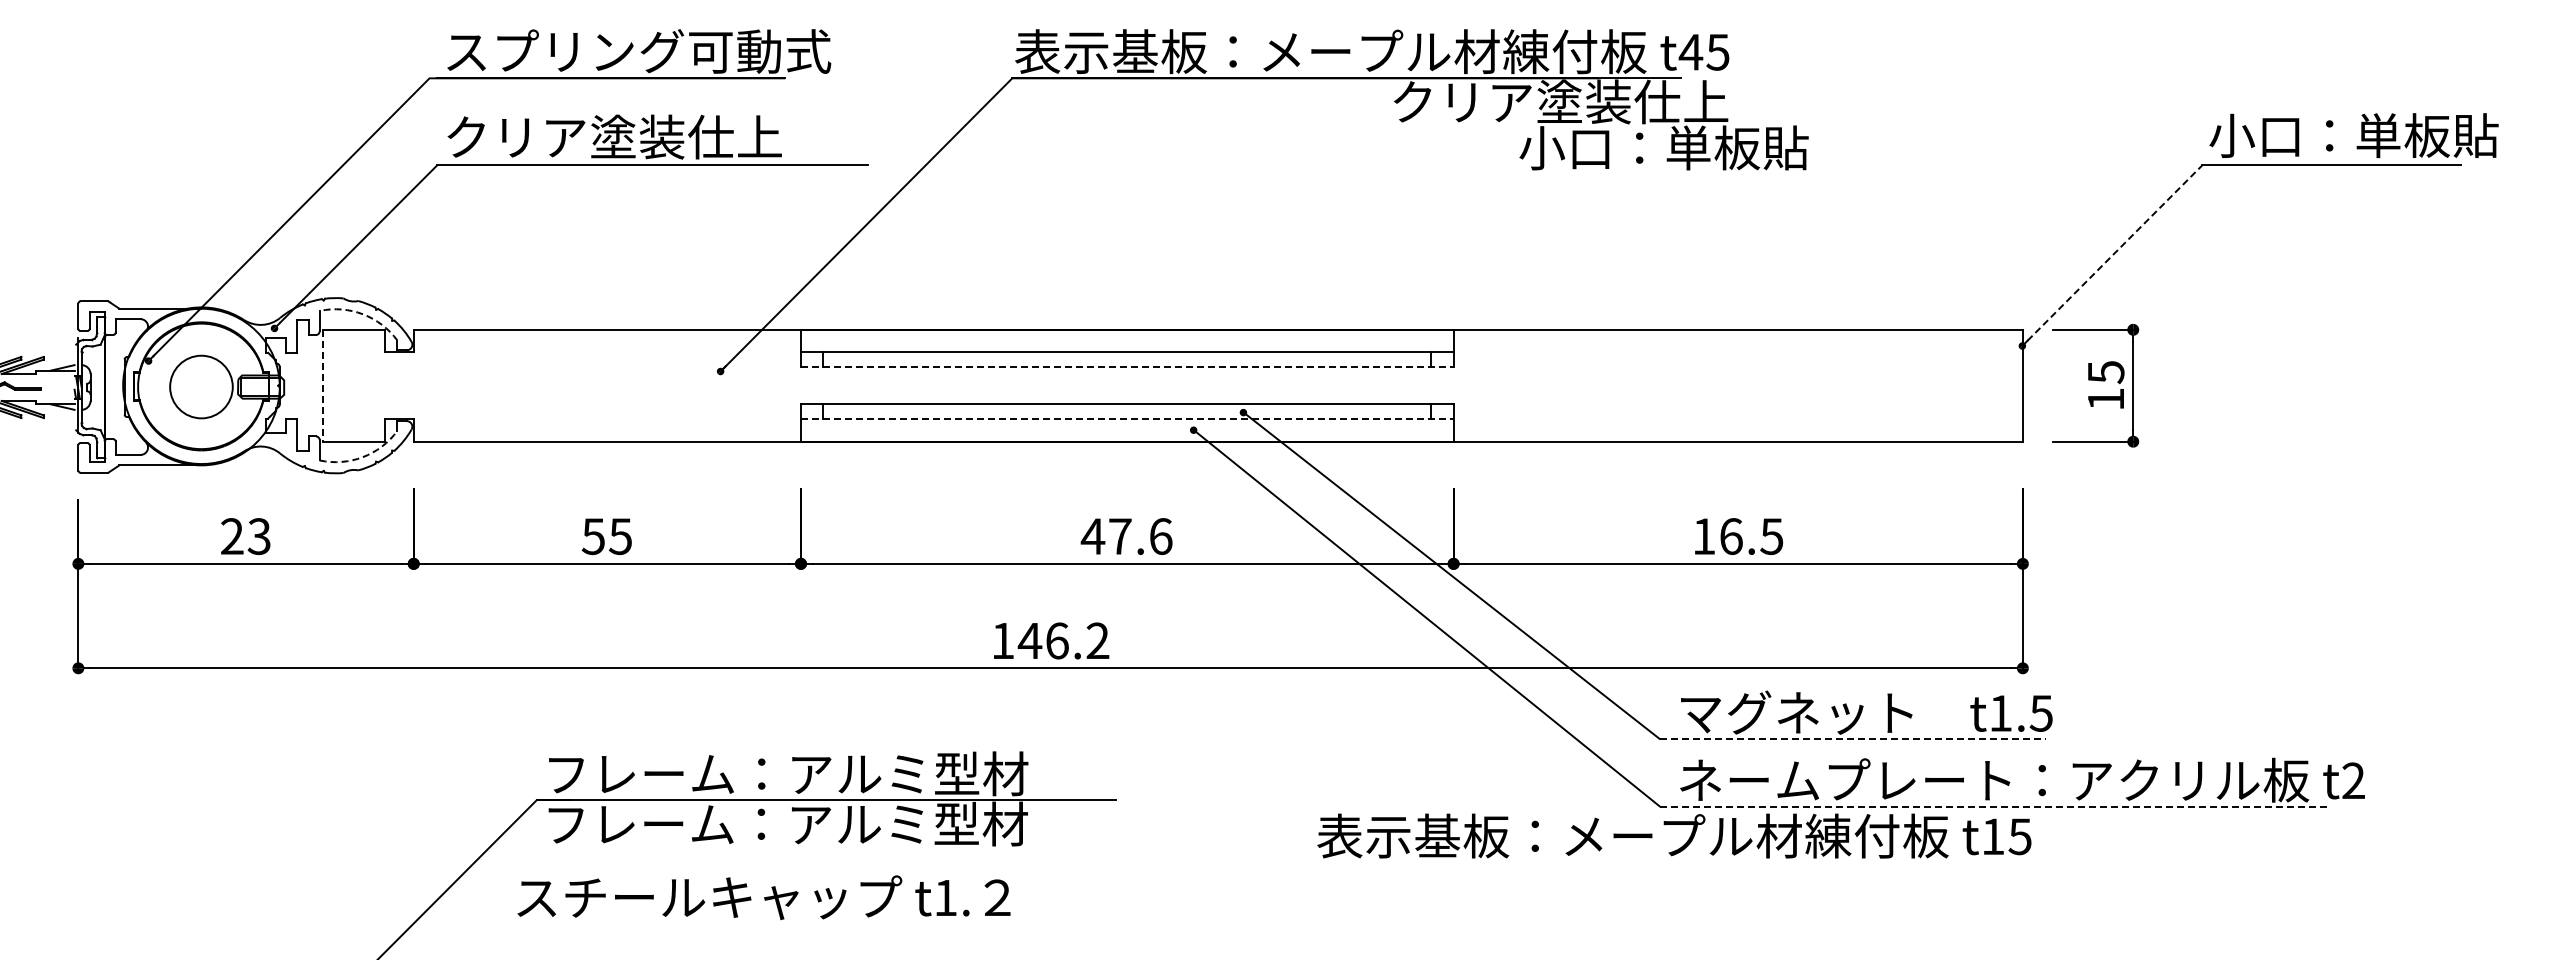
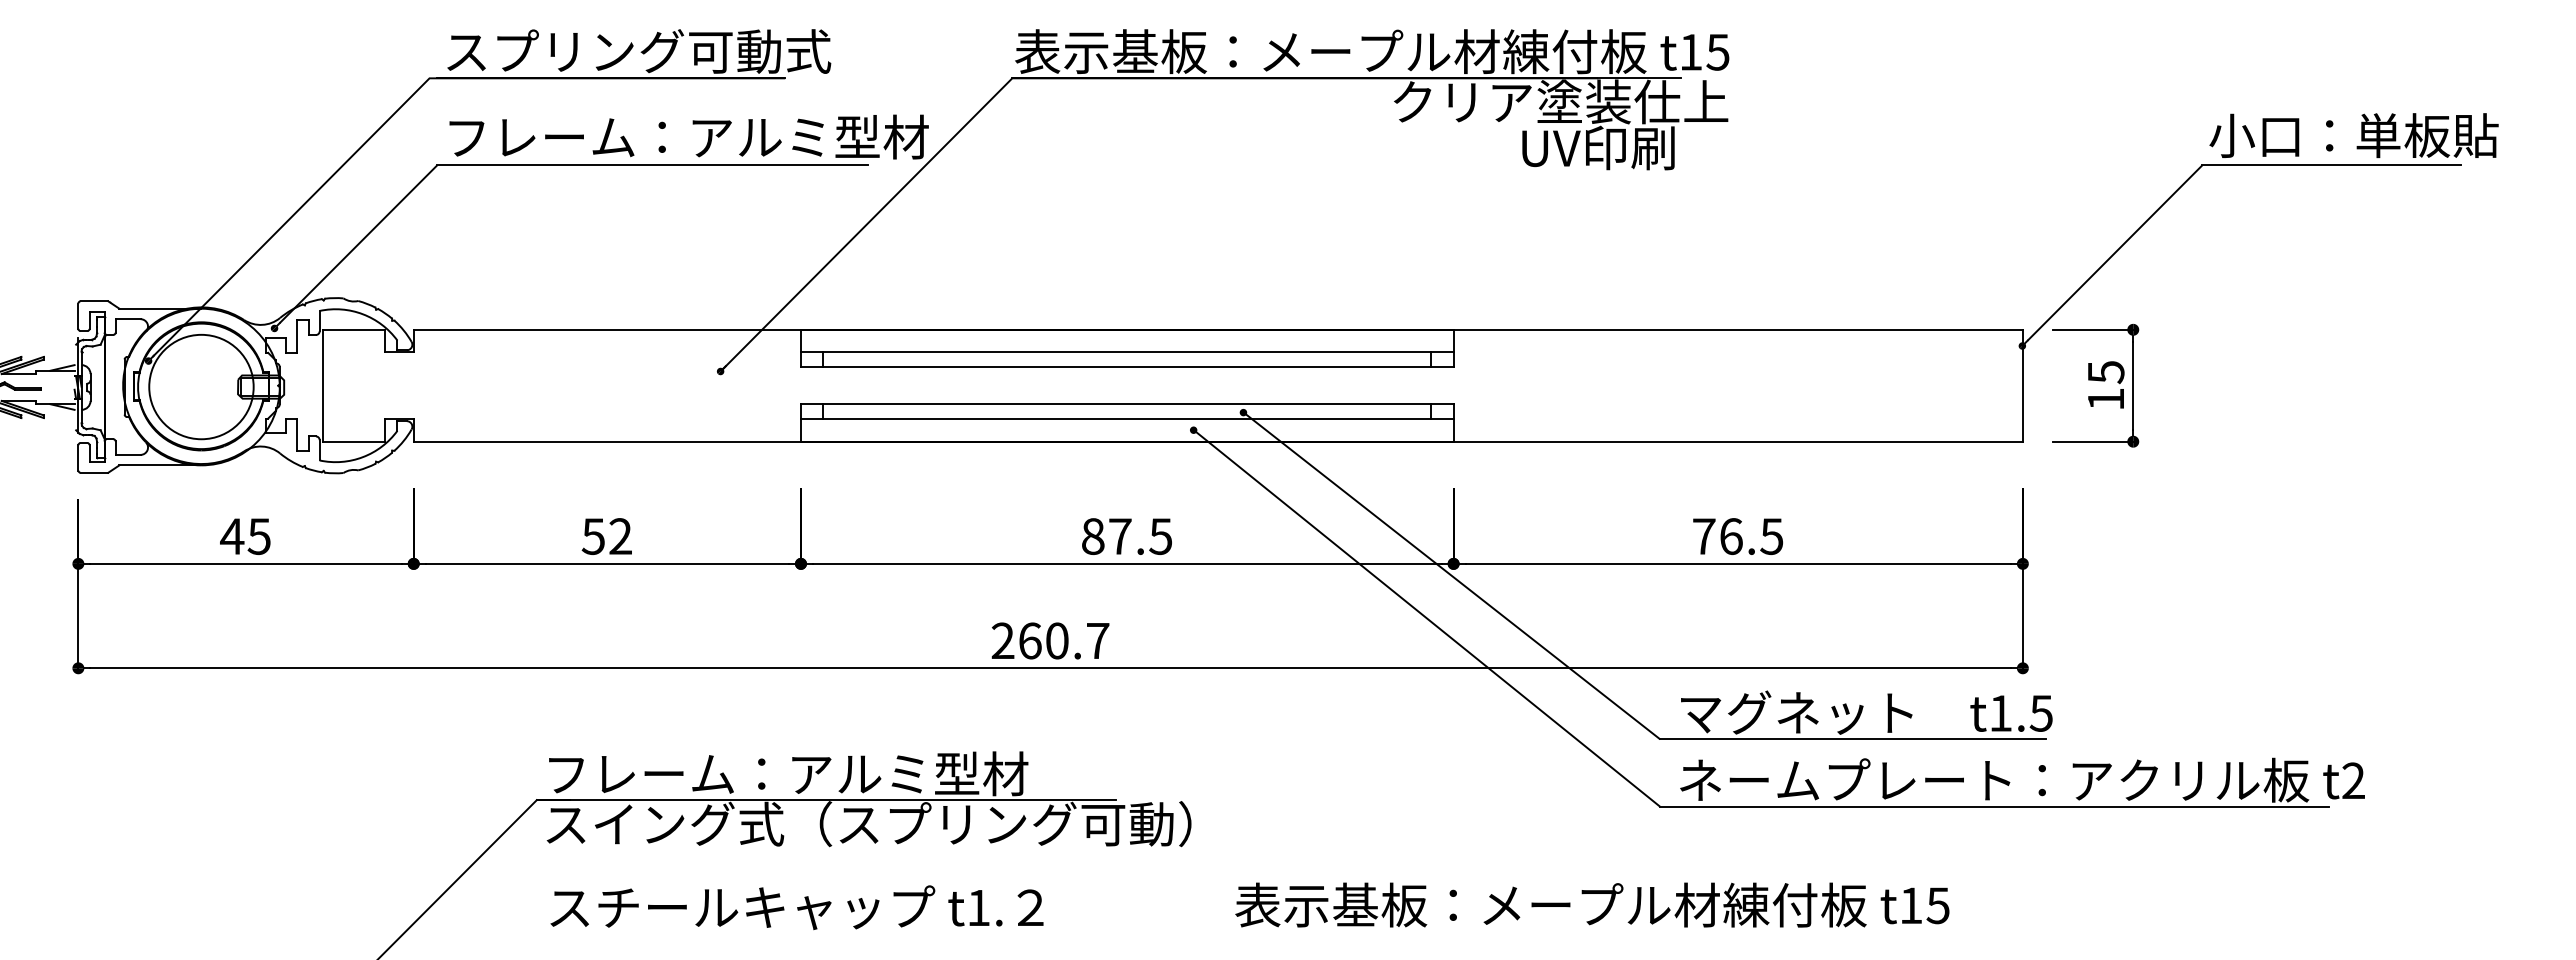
text at (1690, 52): t45 -> t15
text at (687, 136): クリア塗装仕上 -> フレーム：アルミ型材
text at (1663, 147): 小口：単板貼 -> UV印刷
line at (2115, 253): dashed -> solid
arc at (362, 314): dashed -> solid
line at (1127, 367): dashed -> solid
line at (322, 385): dashed -> solid
circle at (201, 386) diameter: 63 px -> 104 px
line at (1127, 419): dashed -> solid
arc at (362, 457): dashed -> solid
text at (245, 536): 23 -> 45
text at (619, 536): 55 -> 52
text at (1126, 536): 47.6 -> 87.5
text at (1704, 536): 16.5 -> 76.5
text at (1050, 640): 146.2 -> 260.7
line at (1853, 739): dashed -> solid
line at (1995, 806): dashed -> solid
text at (868, 824): フレーム：アルミ型材 -> スイング式（スプリング可動）
text at (1674, 835) position: (1674, 835) -> (1592, 904)
text at (763, 897) position: (763, 897) -> (796, 907)
